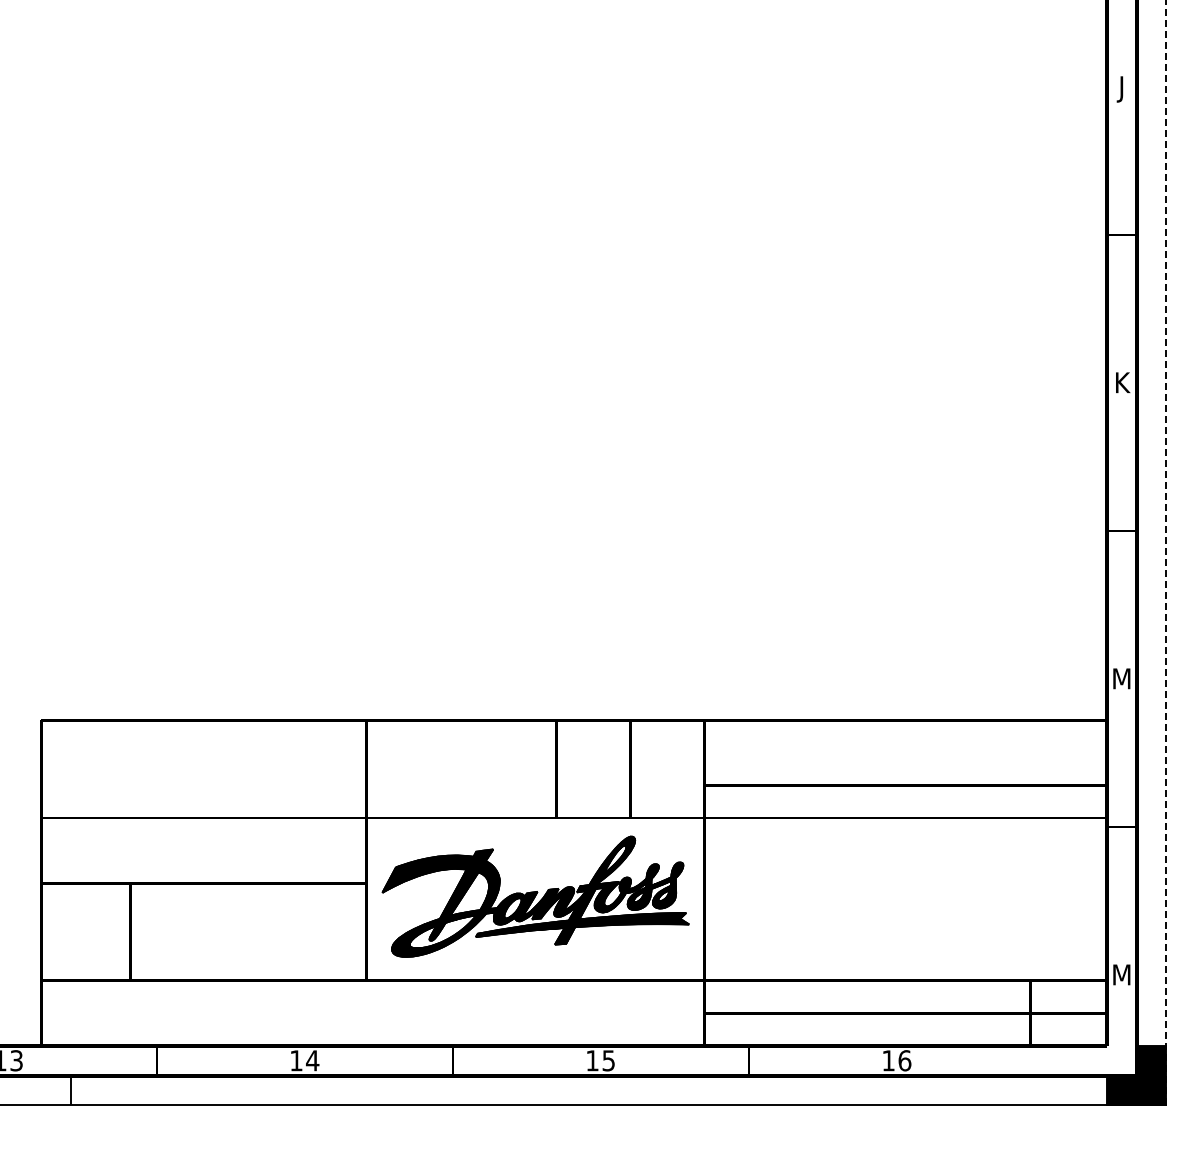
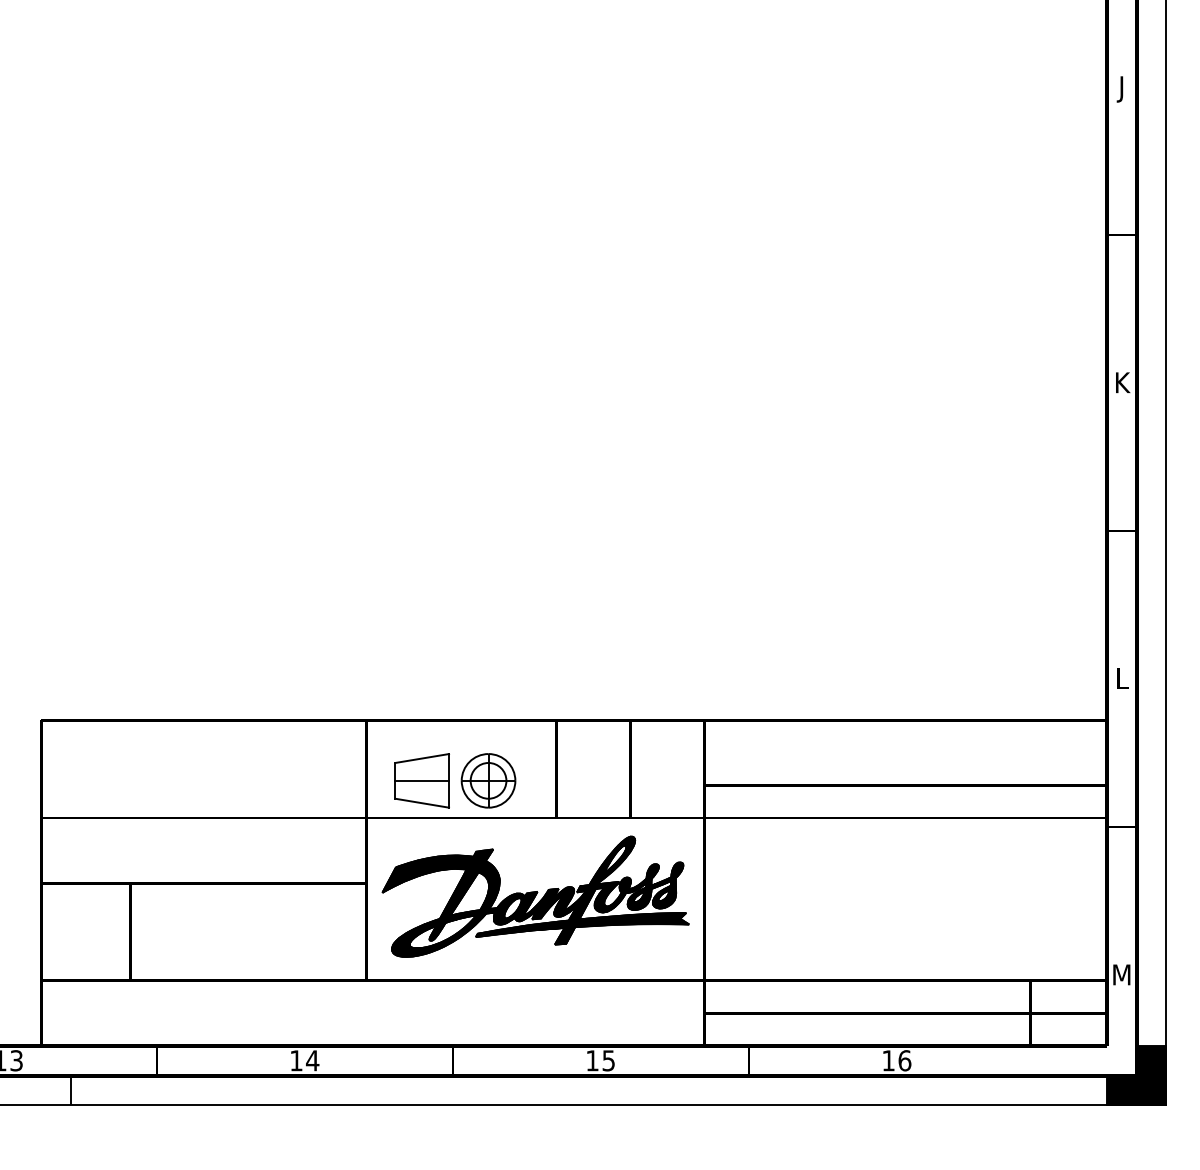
line at (1166, 552): dashed -> solid
text at (1121, 678): M -> L
part at (455, 780): none -> present
